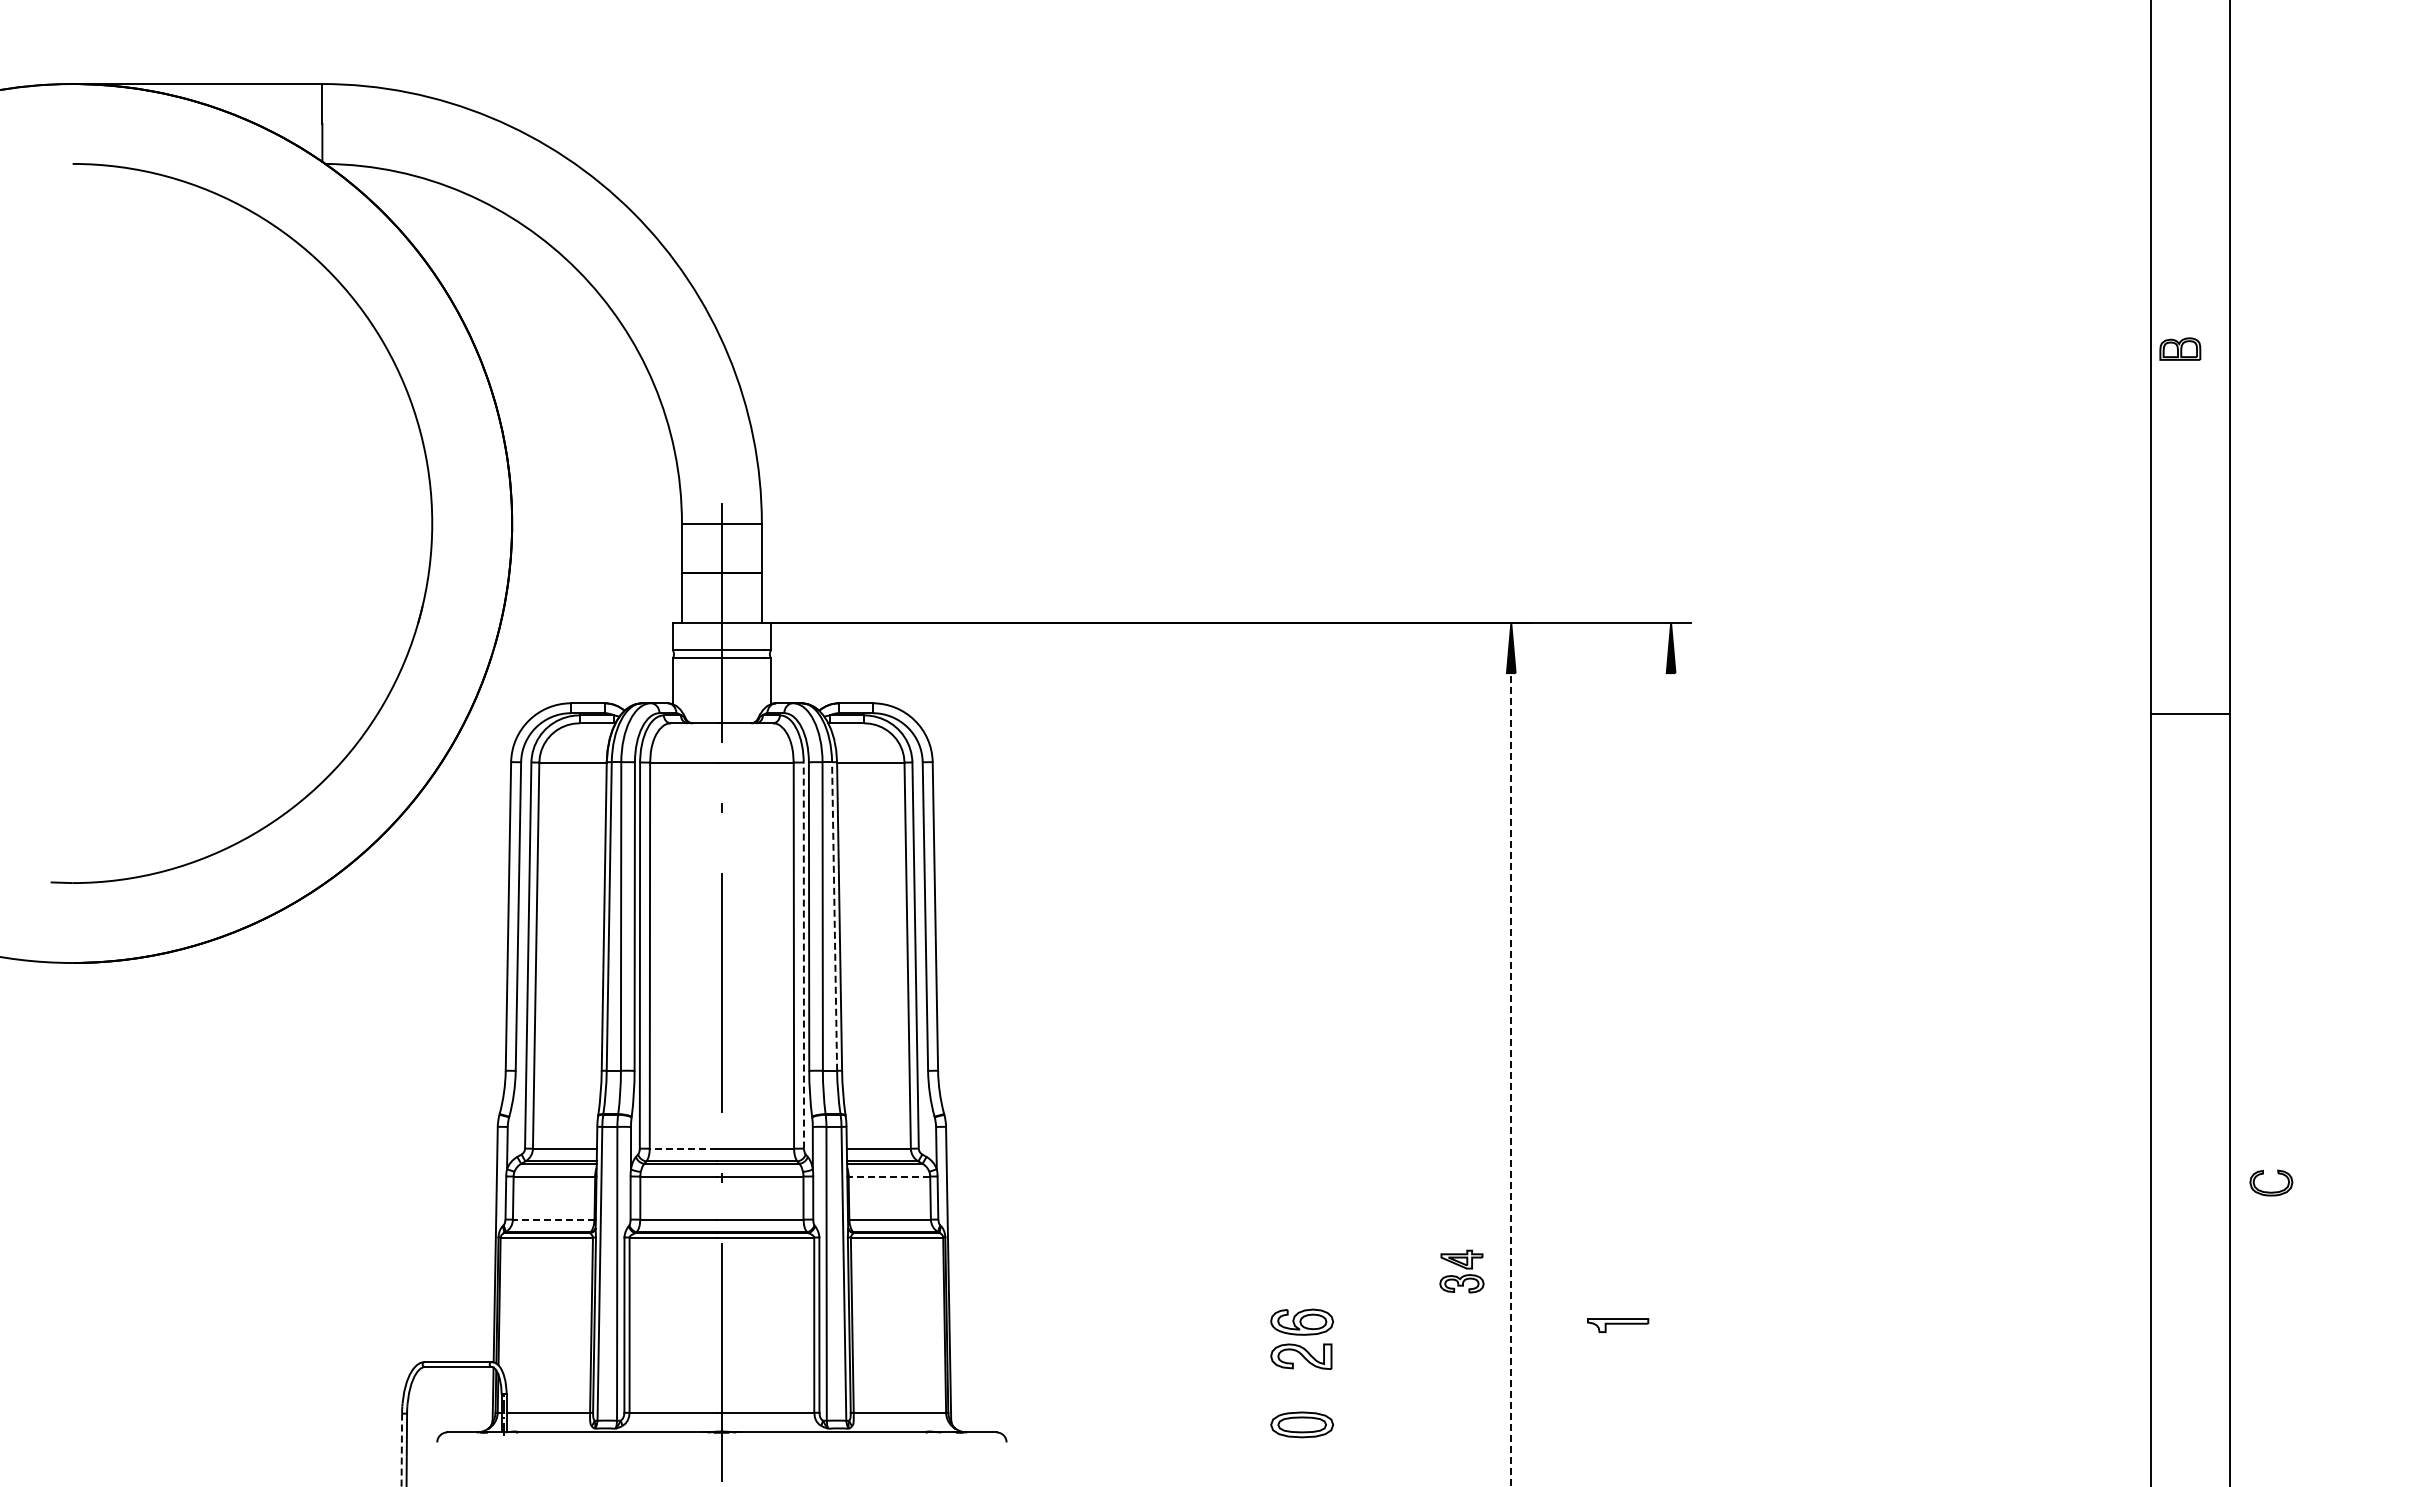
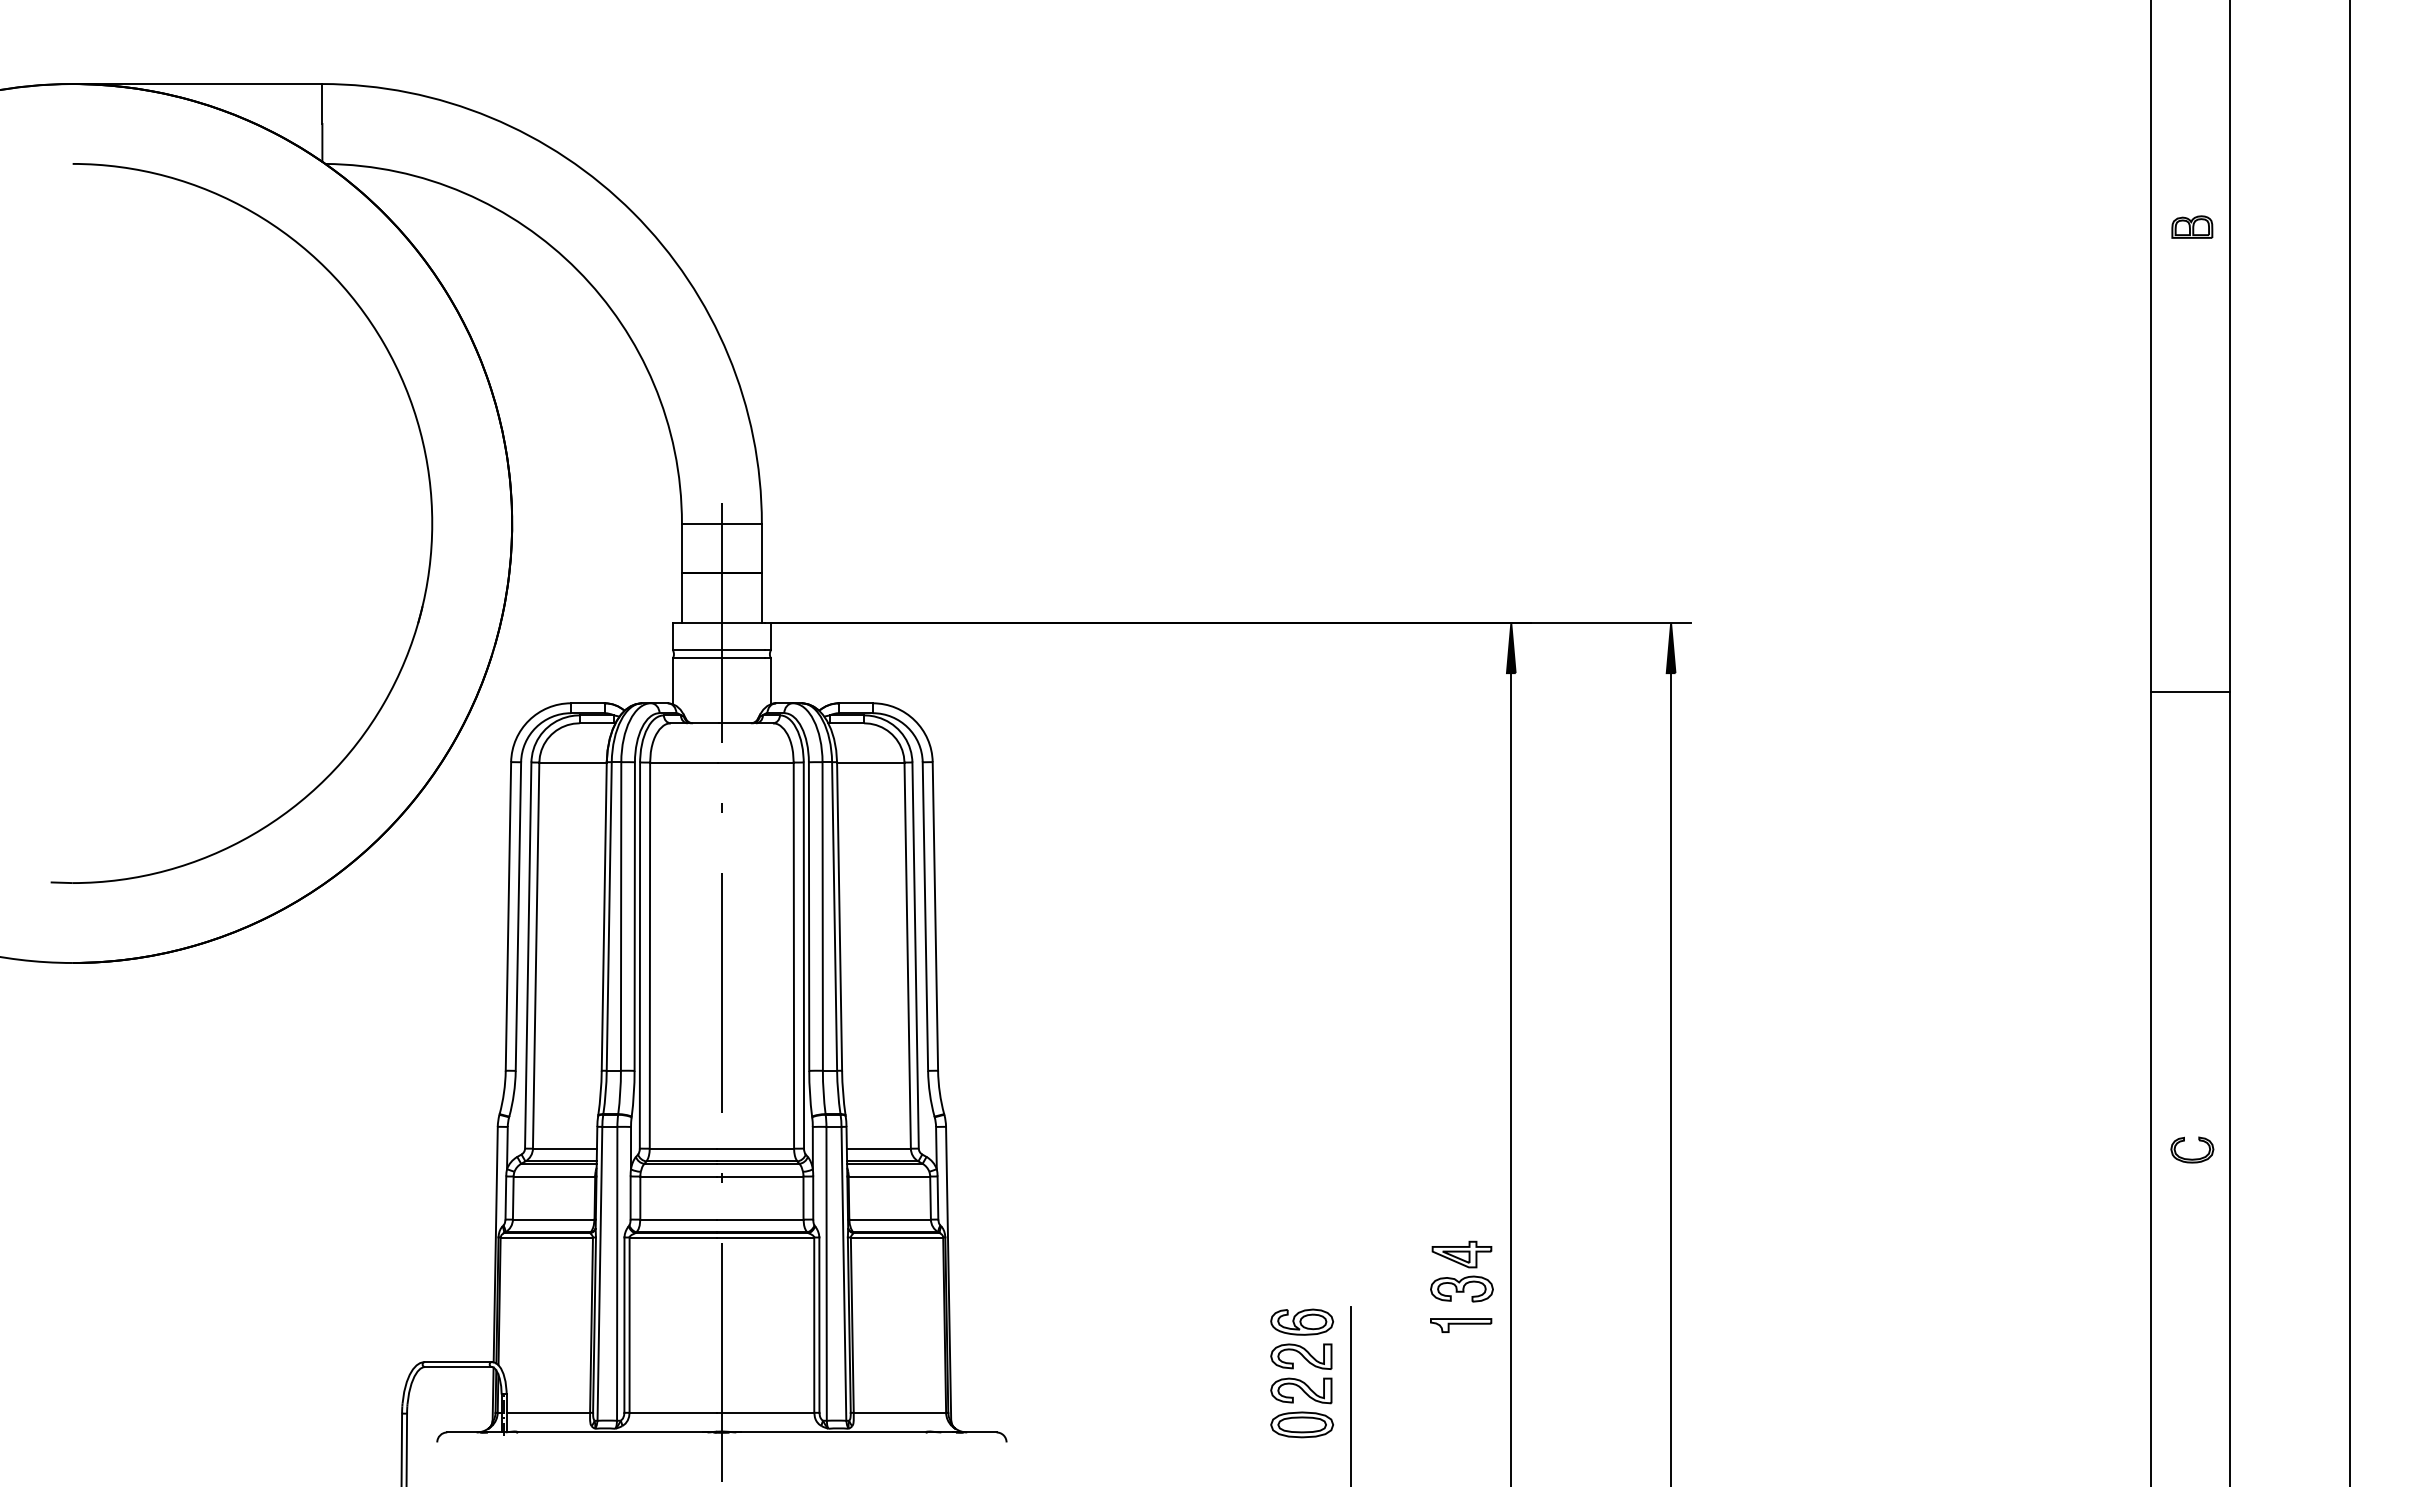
part at (2180, 348) position: (2180, 348) -> (2192, 226)
line at (2190, 714) position: (2190, 714) -> (2190, 692)
line at (2350, 742): none -> present
line at (834, 915): dashed -> solid
line at (803, 955): dashed -> solid
line at (1671, 1078): none -> present
line at (1511, 1079): dashed -> solid
line at (683, 1148): dashed -> solid
line at (889, 1176): dashed -> solid
part at (2271, 1191) position: (2271, 1191) -> (2192, 1158)
line at (553, 1219): dashed -> solid
part at (1461, 1271) size: 46x45 px -> 64x63 px
part at (1618, 1325) position: (1618, 1325) -> (1461, 1325)
part at (1301, 1390): none -> present
line at (1351, 1394): none -> present
line at (401, 1450): dashed -> solid
